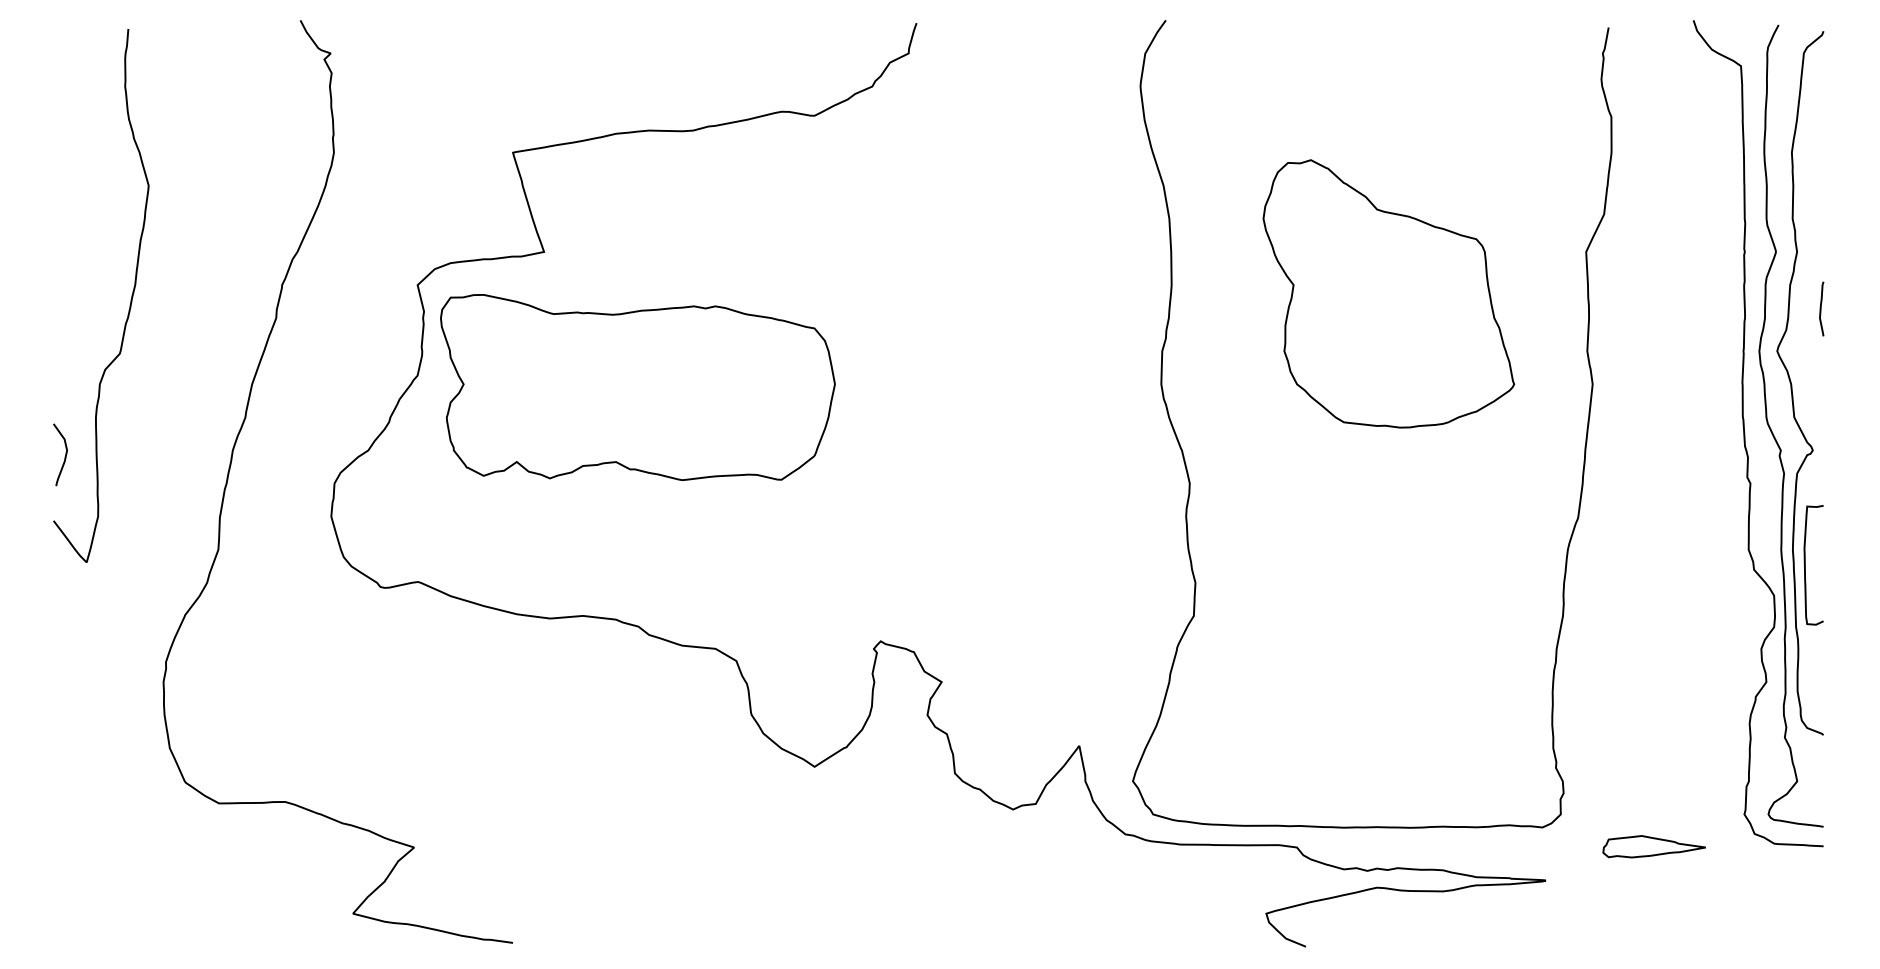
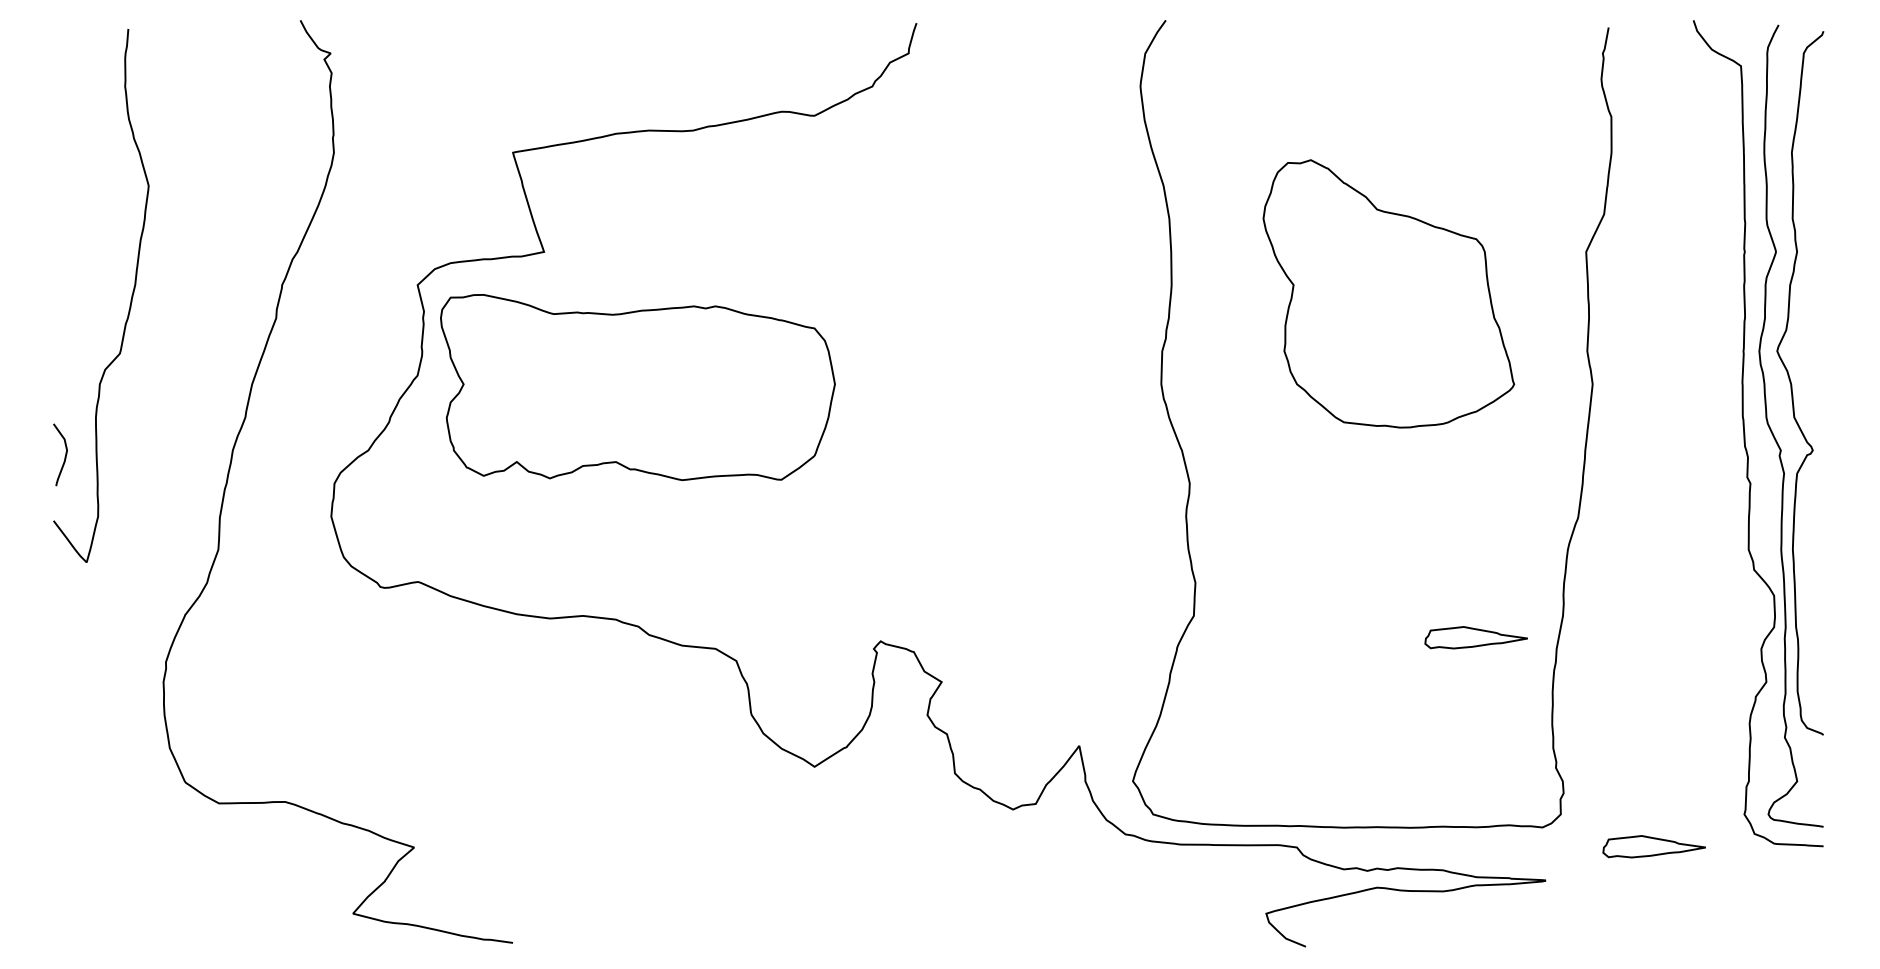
curve at (1821, 308): present -> none
curve at (1805, 565): present -> none
part at (1475, 637): none -> present
